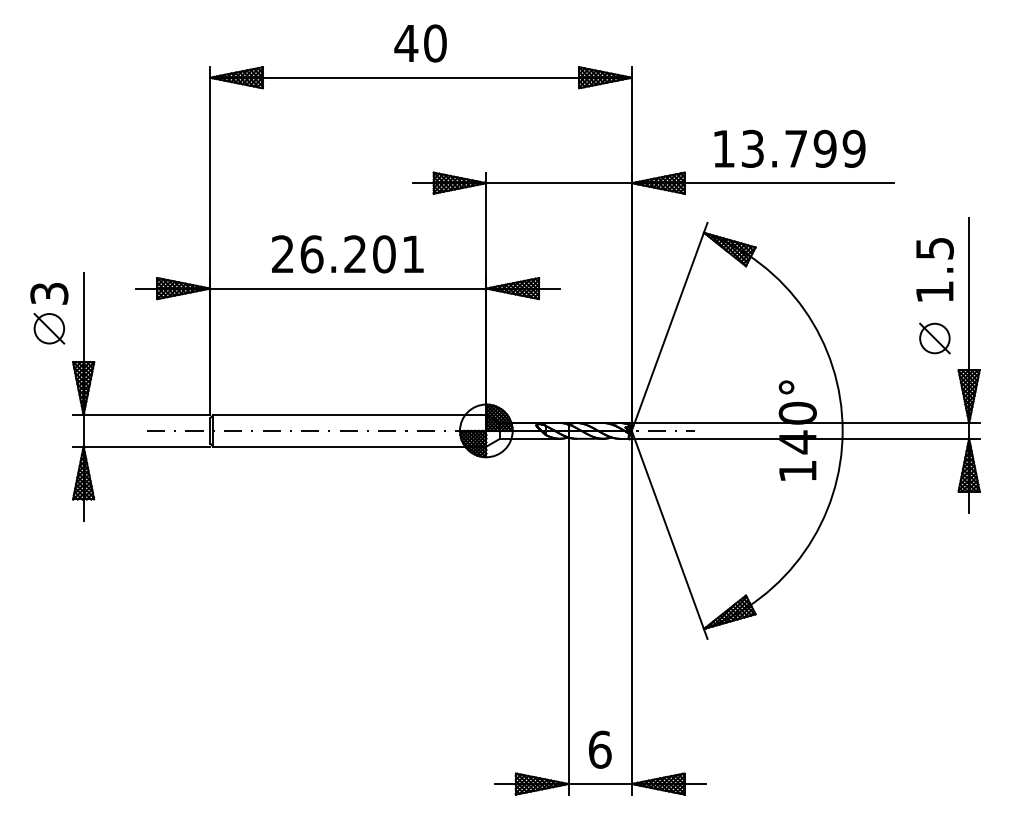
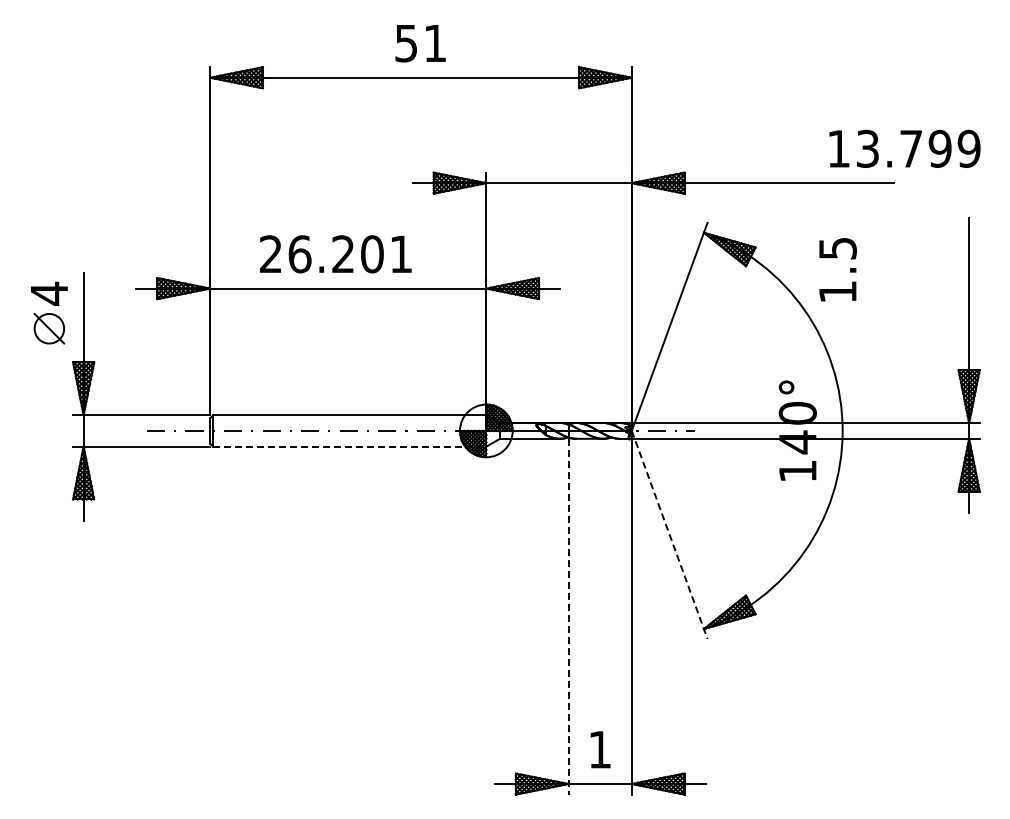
text at (420, 43): 40 -> 51
text at (789, 148) position: (789, 148) -> (904, 148)
text at (347, 254) position: (347, 254) -> (335, 254)
text at (934, 269) position: (934, 269) -> (837, 269)
text at (49, 293): 3 -> 4
part at (934, 338): present -> none
line at (349, 446): solid -> dashed
line at (669, 534): solid -> dashed
line at (568, 616): solid -> dashed
text at (600, 749): 6 -> 1
